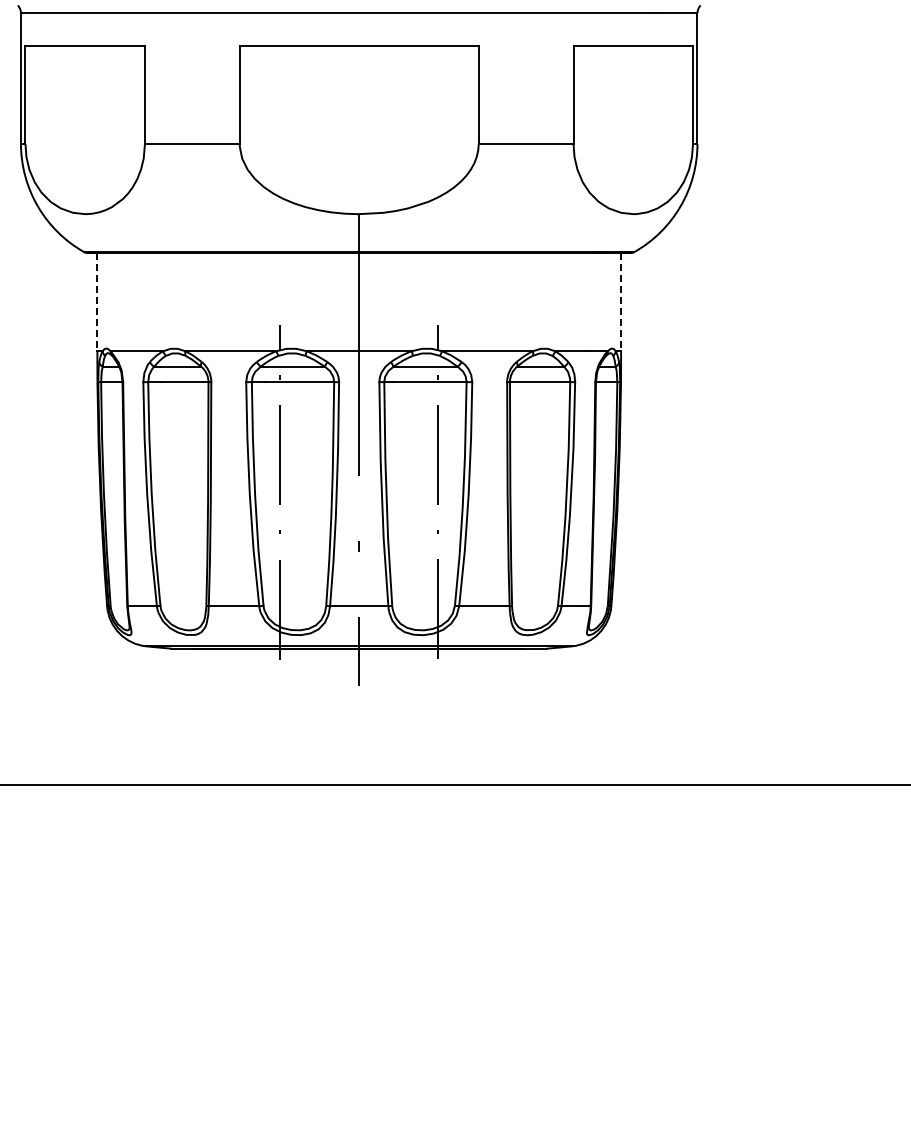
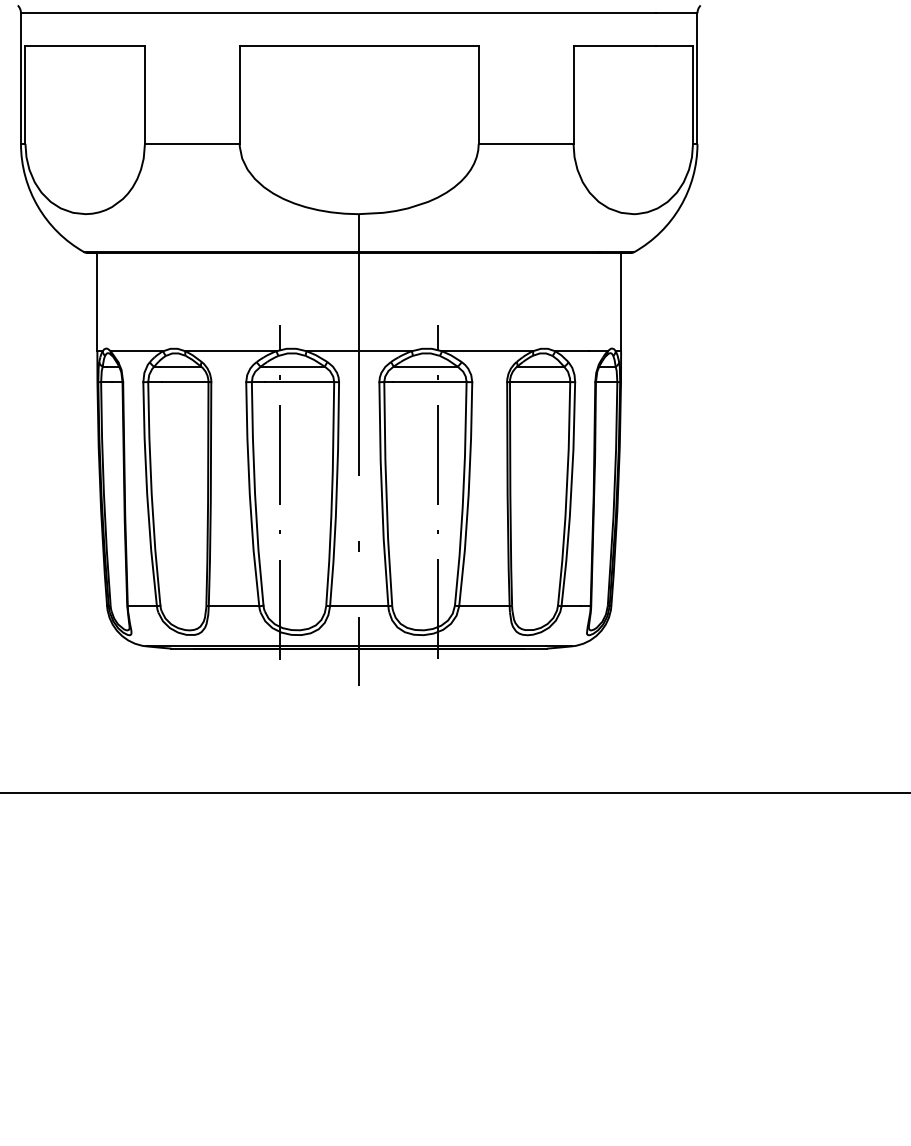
line at (97, 302): dashed -> solid
line at (621, 302): dashed -> solid
line at (454, 785) position: (454, 785) -> (454, 793)
